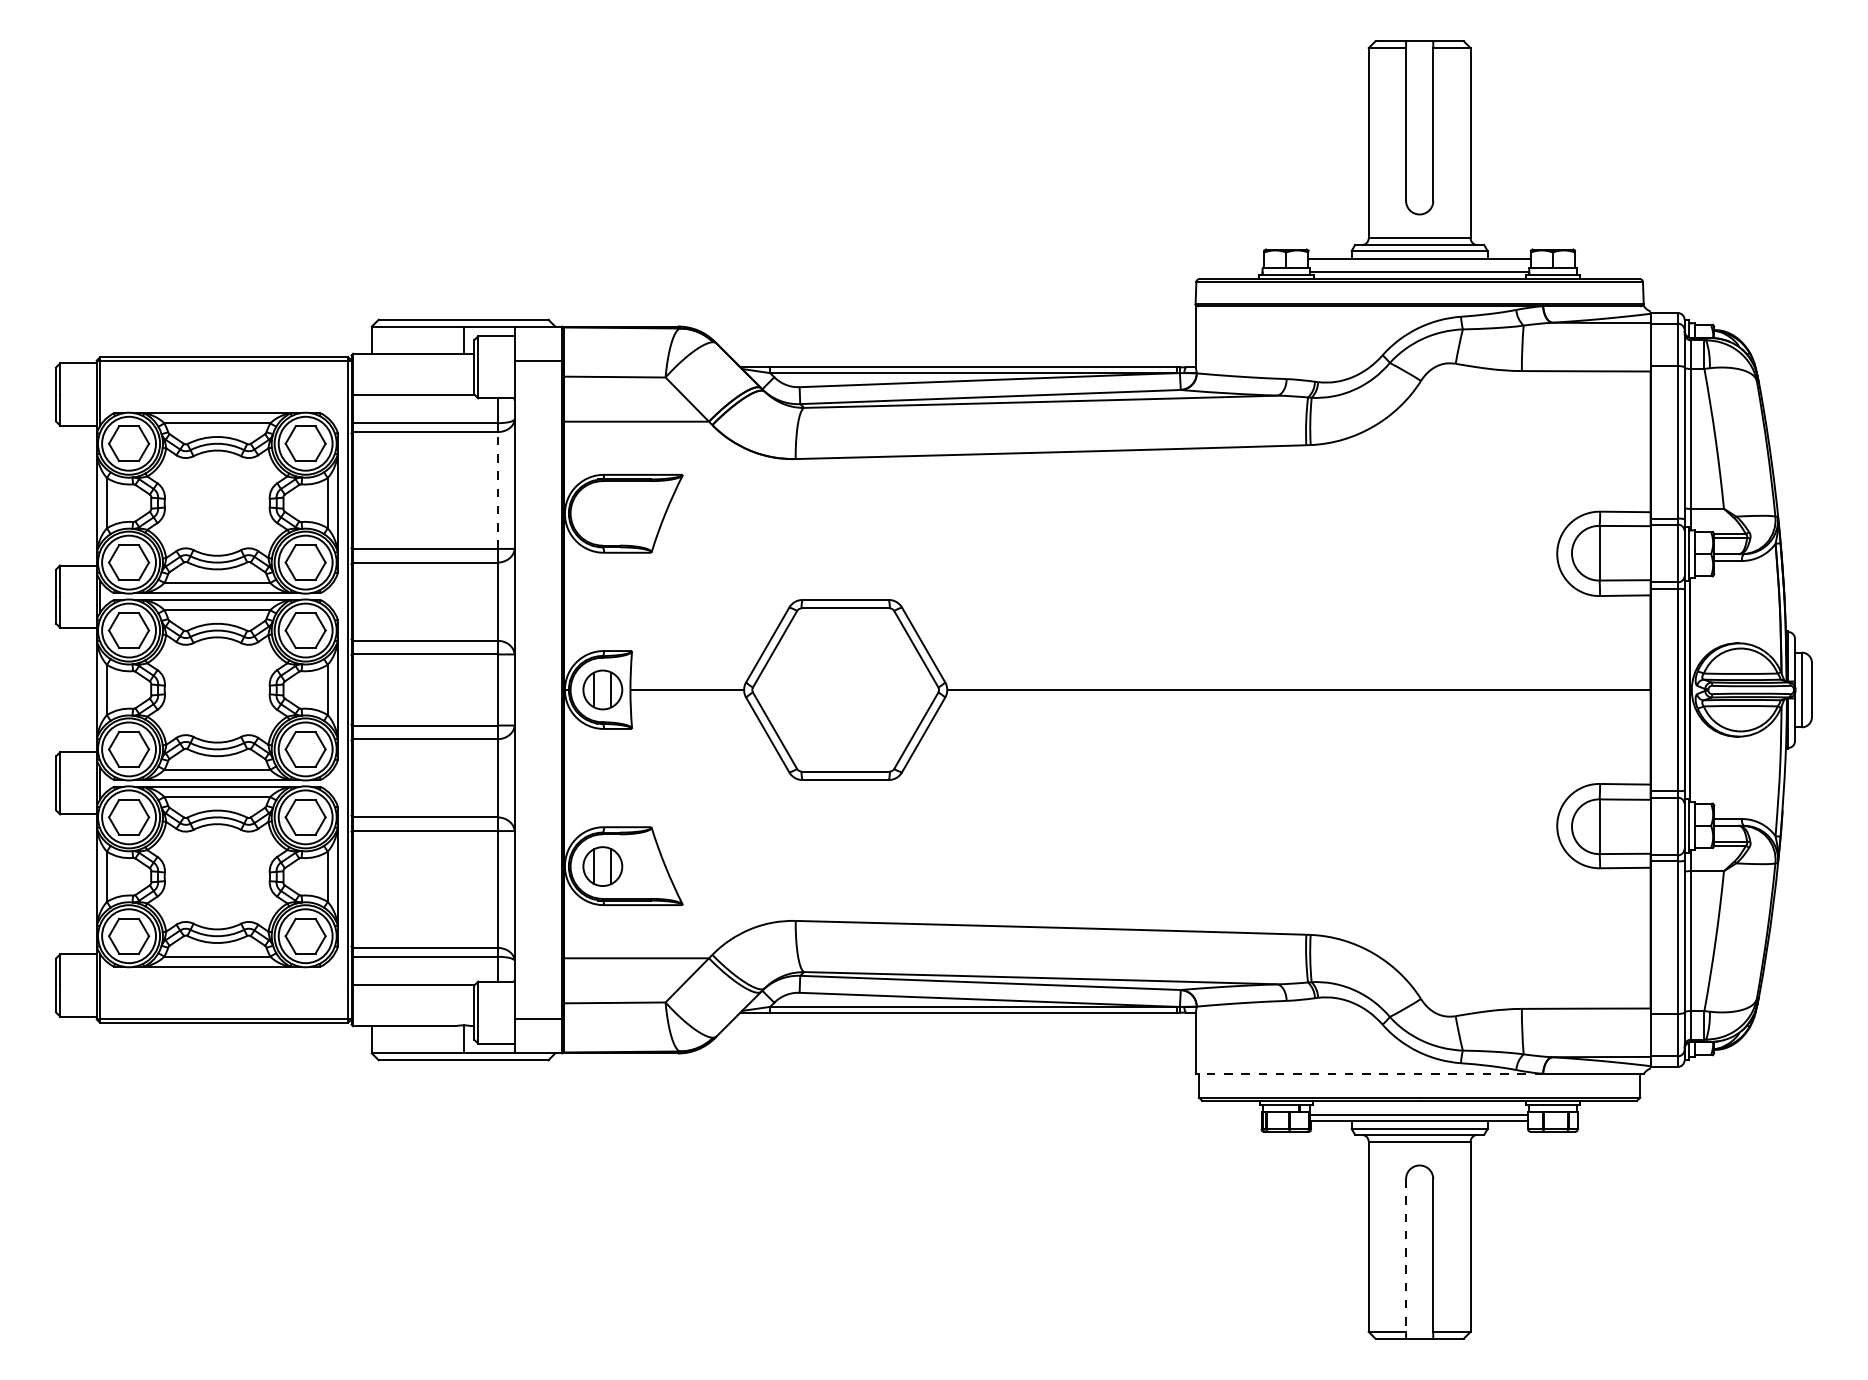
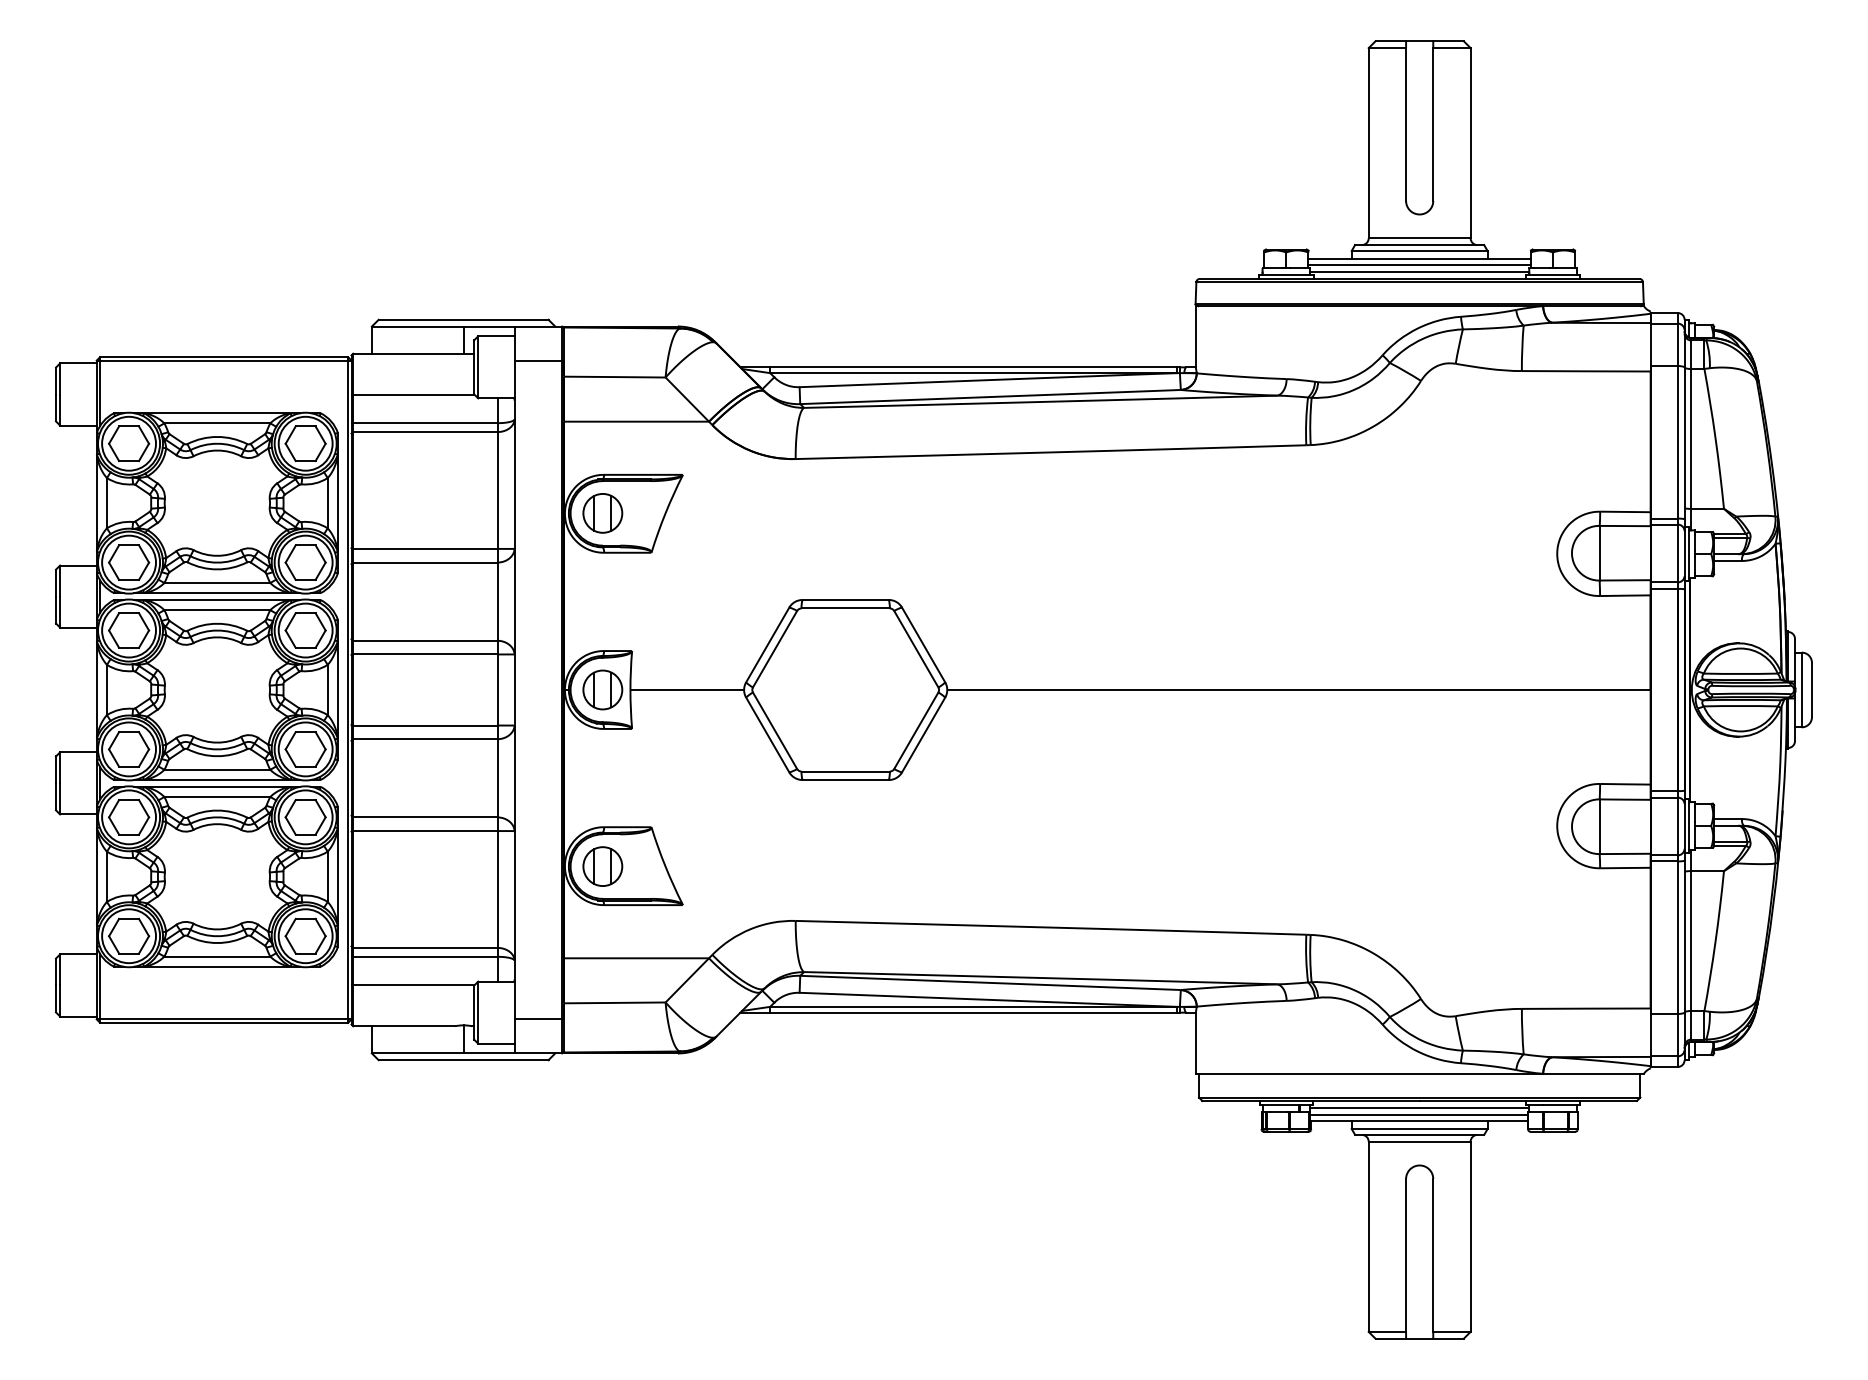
line at (1419, 265): none -> present
line at (497, 489): dashed -> solid
part at (602, 513): none -> present
line at (1369, 1073): dashed -> solid
line at (1419, 1107): none -> present
line at (1406, 1255): dashed -> solid
